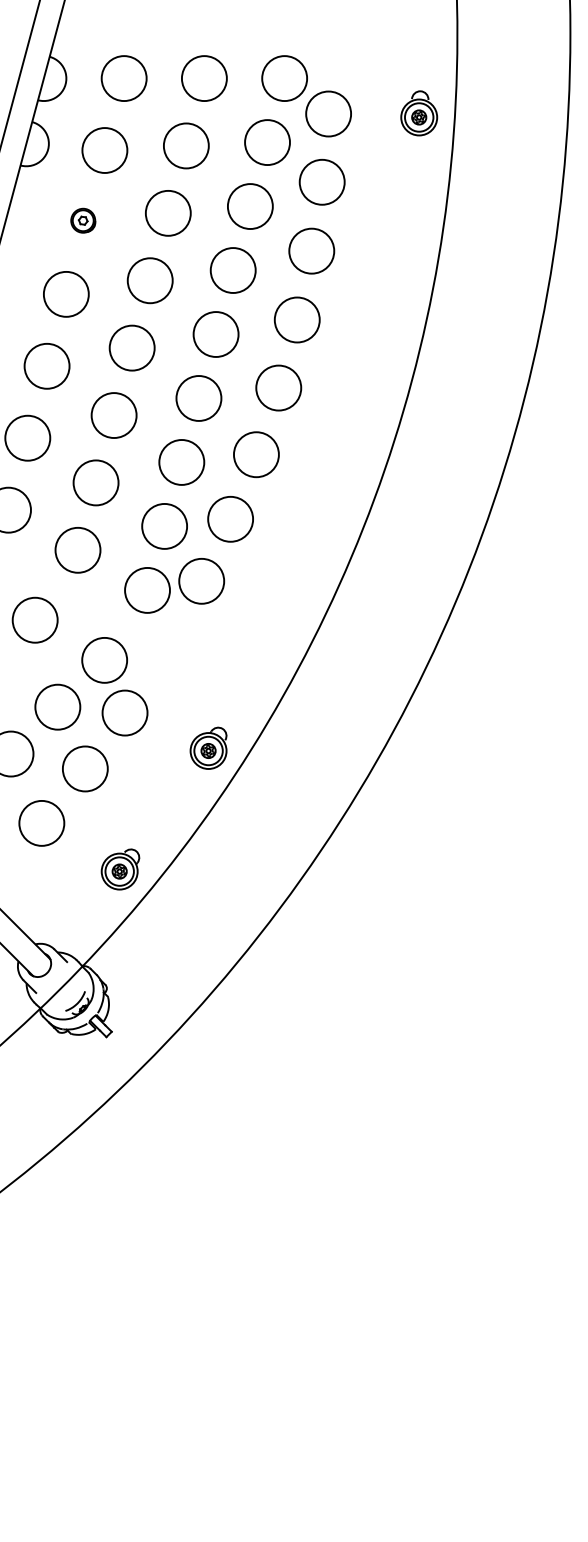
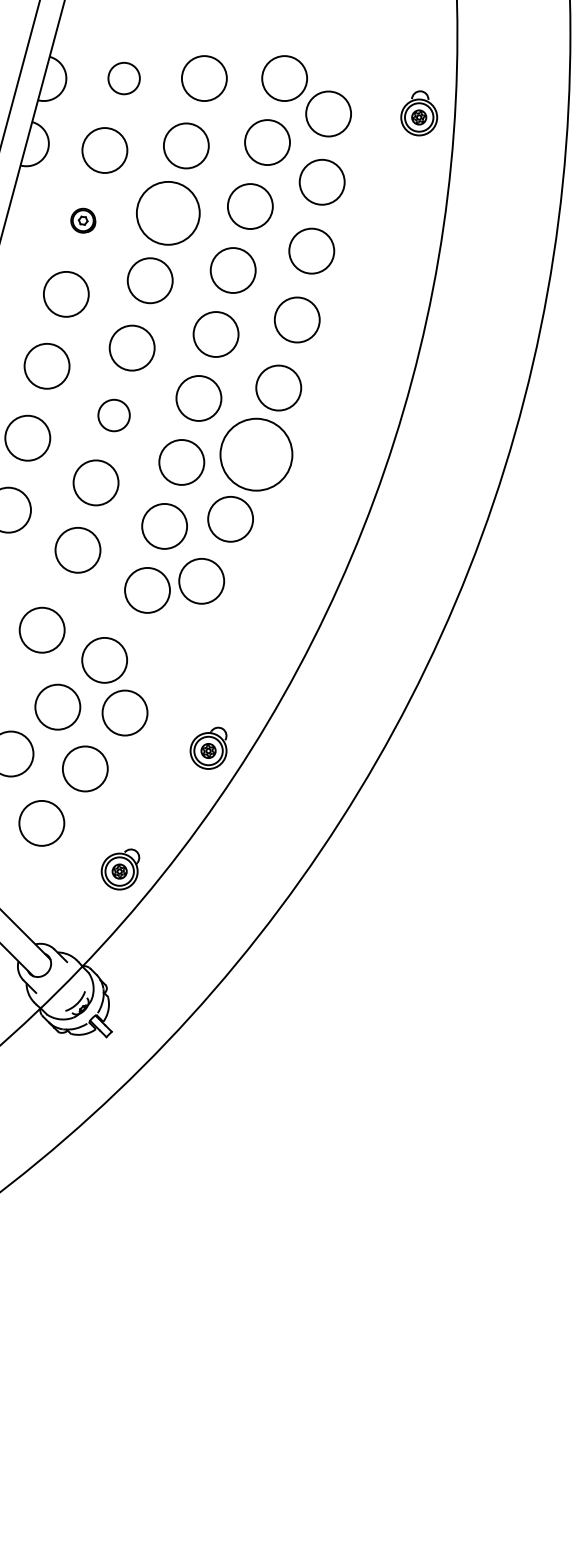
circle at (123, 78) diameter: 45 px -> 31 px
circle at (167, 212) diameter: 45 px -> 63 px
circle at (113, 415) diameter: 45 px -> 31 px
circle at (255, 454) diameter: 45 px -> 72 px
circle at (34, 619) position: (34, 619) -> (41, 629)
